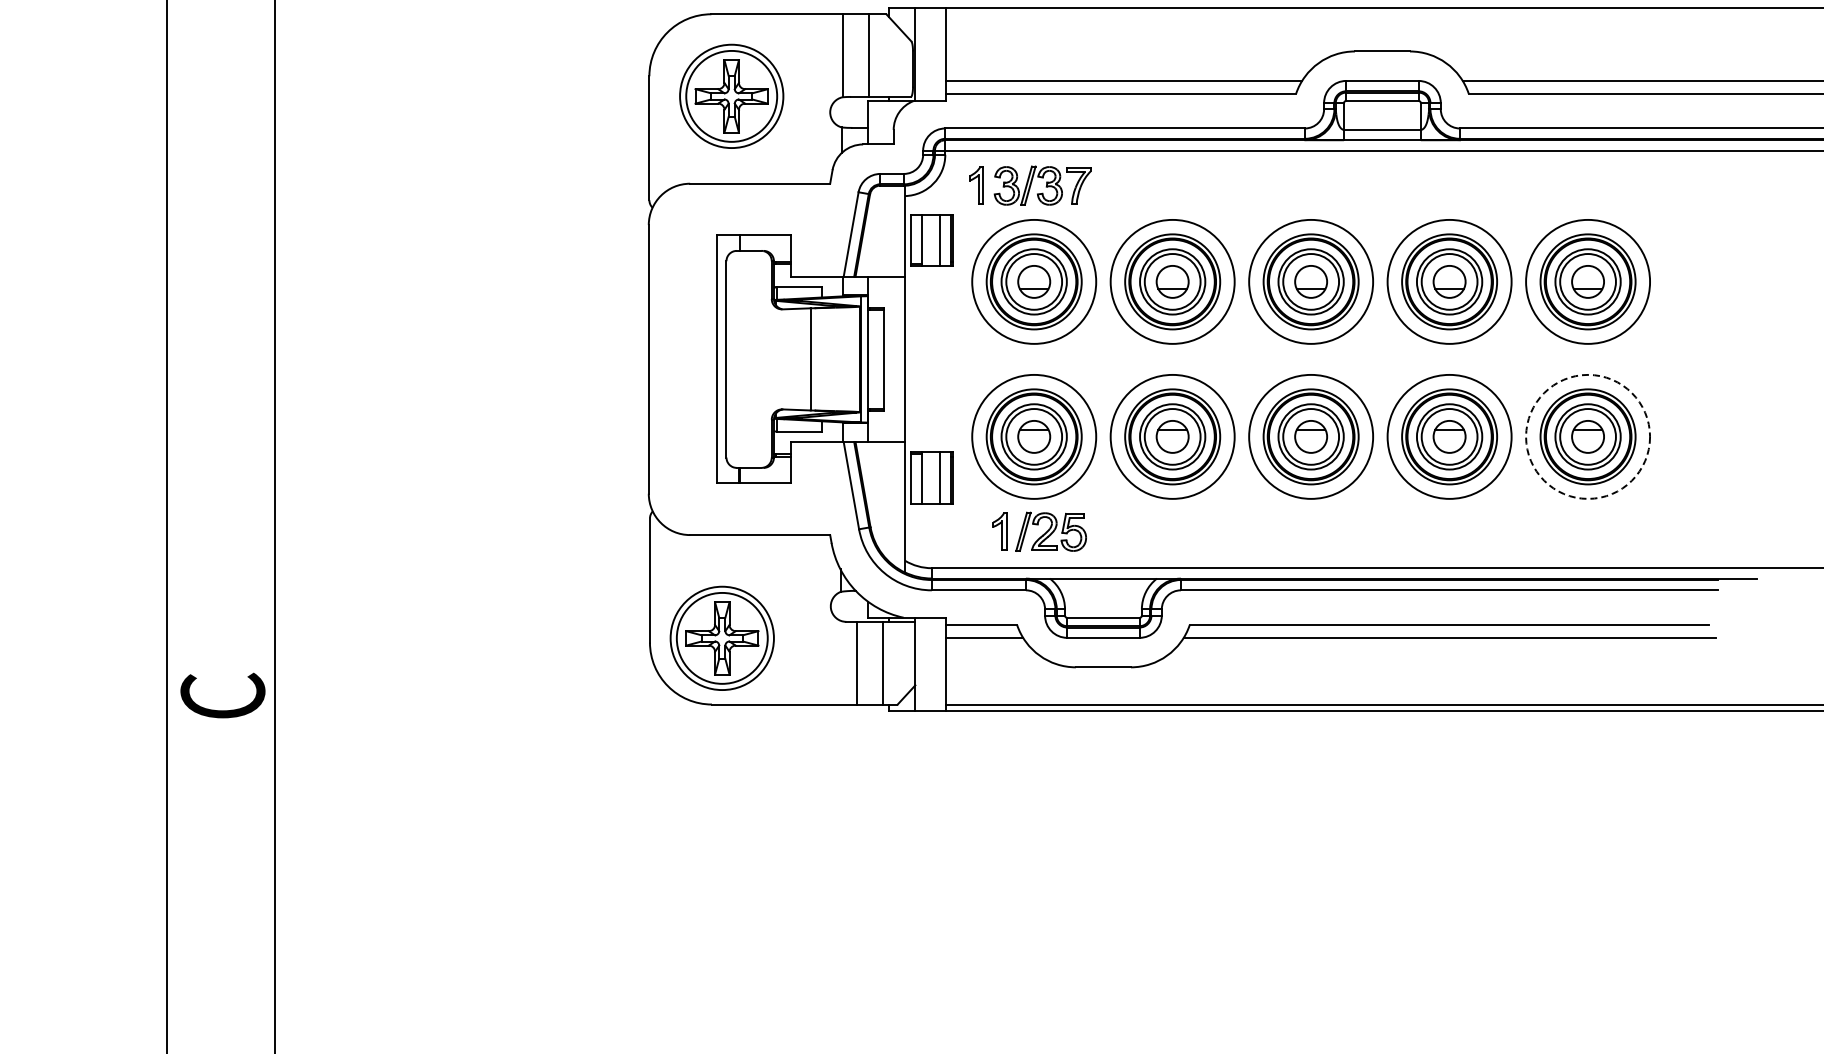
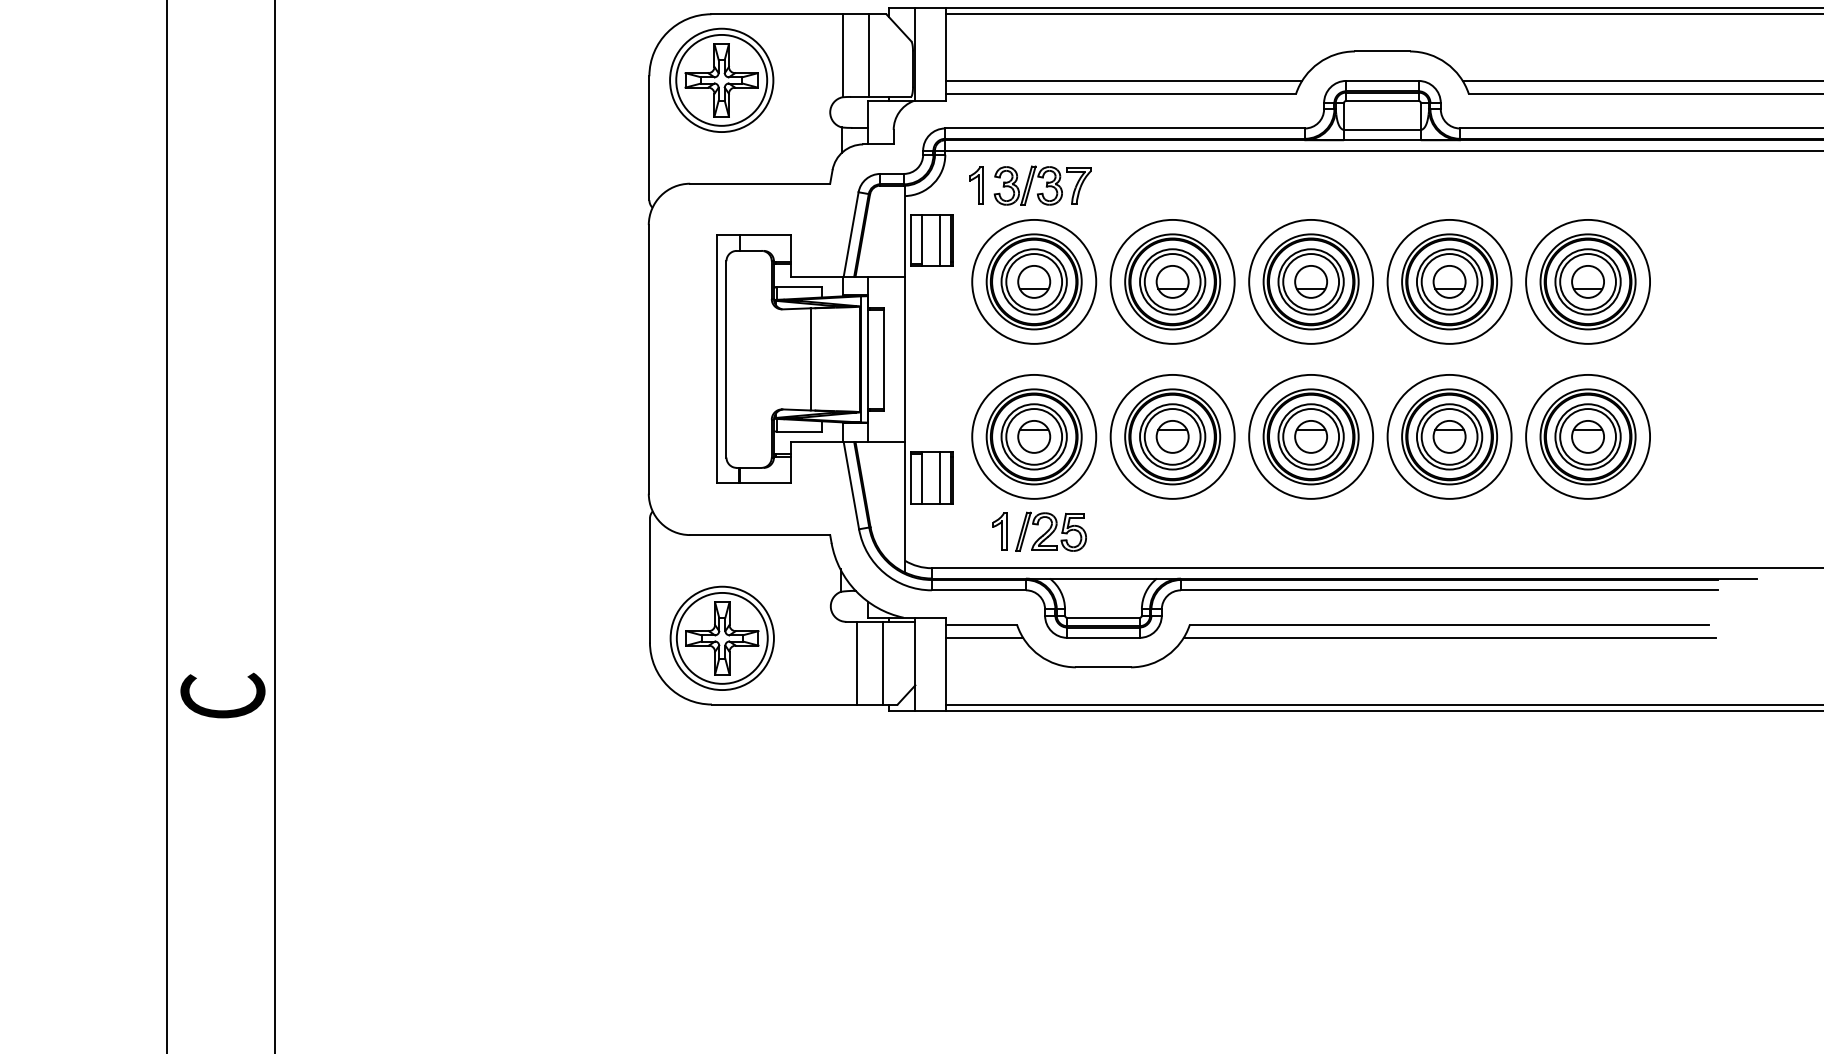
line at (1383, 14): none -> present
part at (731, 95) position: (731, 95) -> (721, 79)
circle at (1588, 436): dashed -> solid
